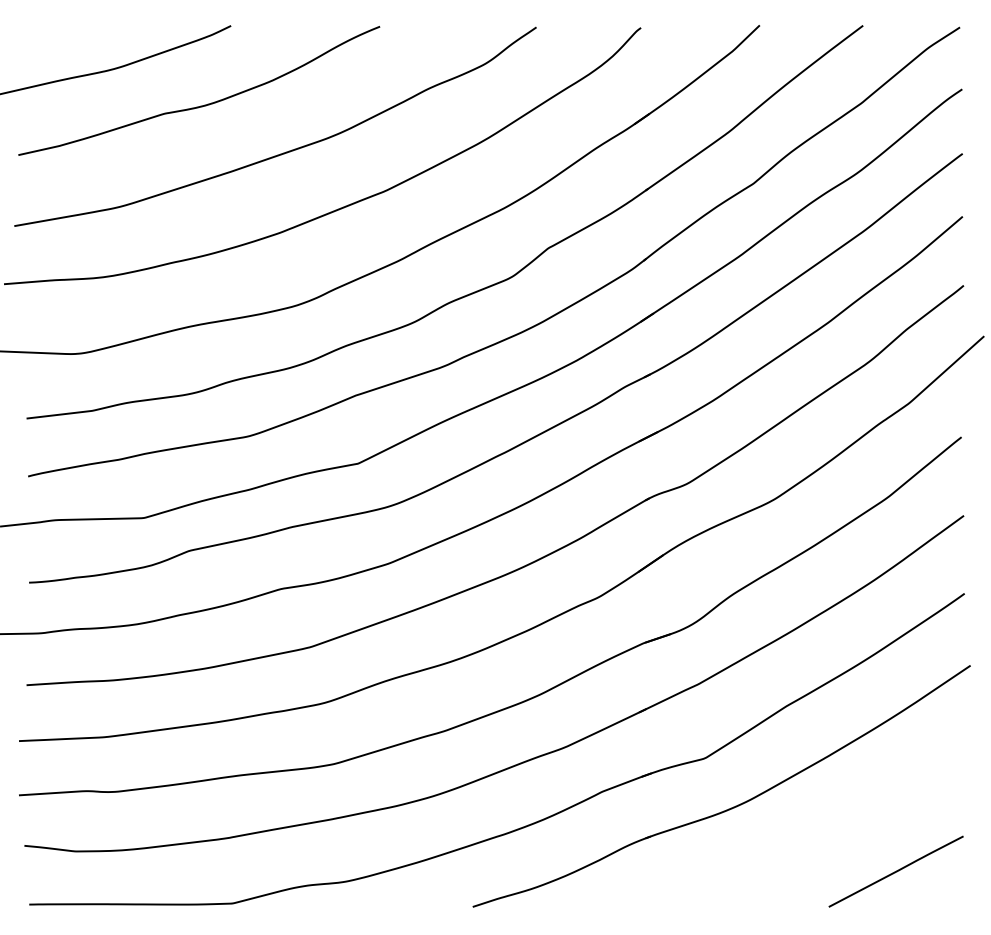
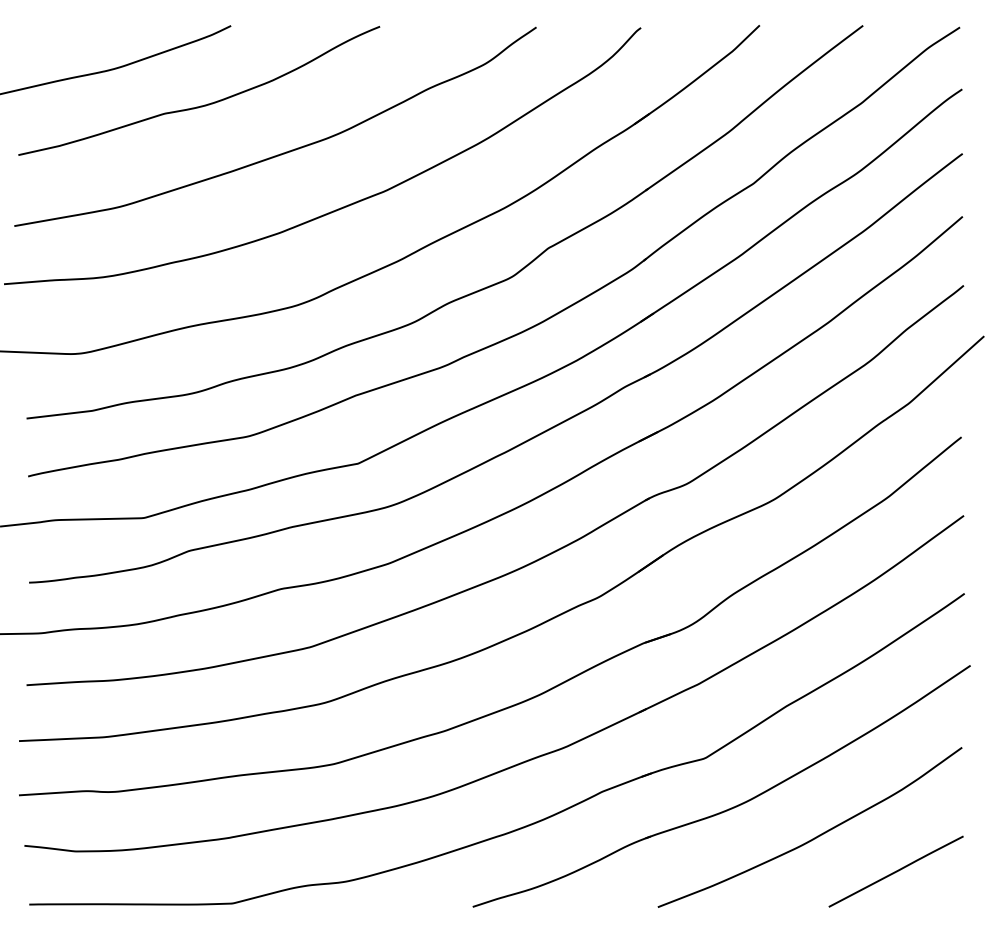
curve at (814, 837): none -> present
